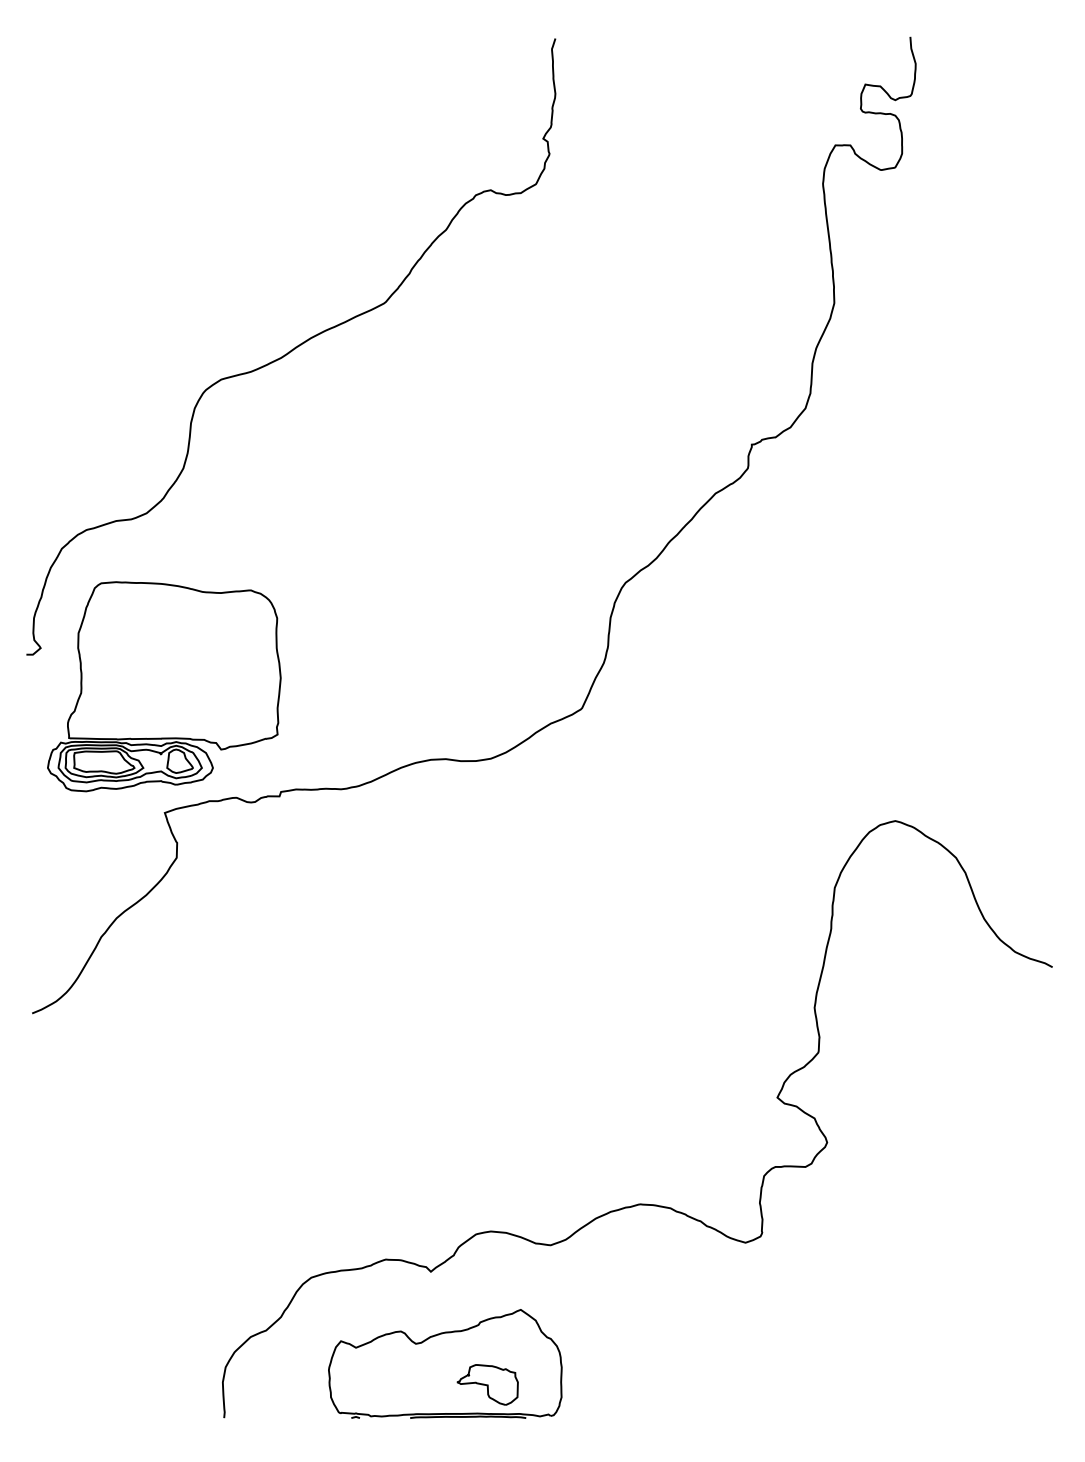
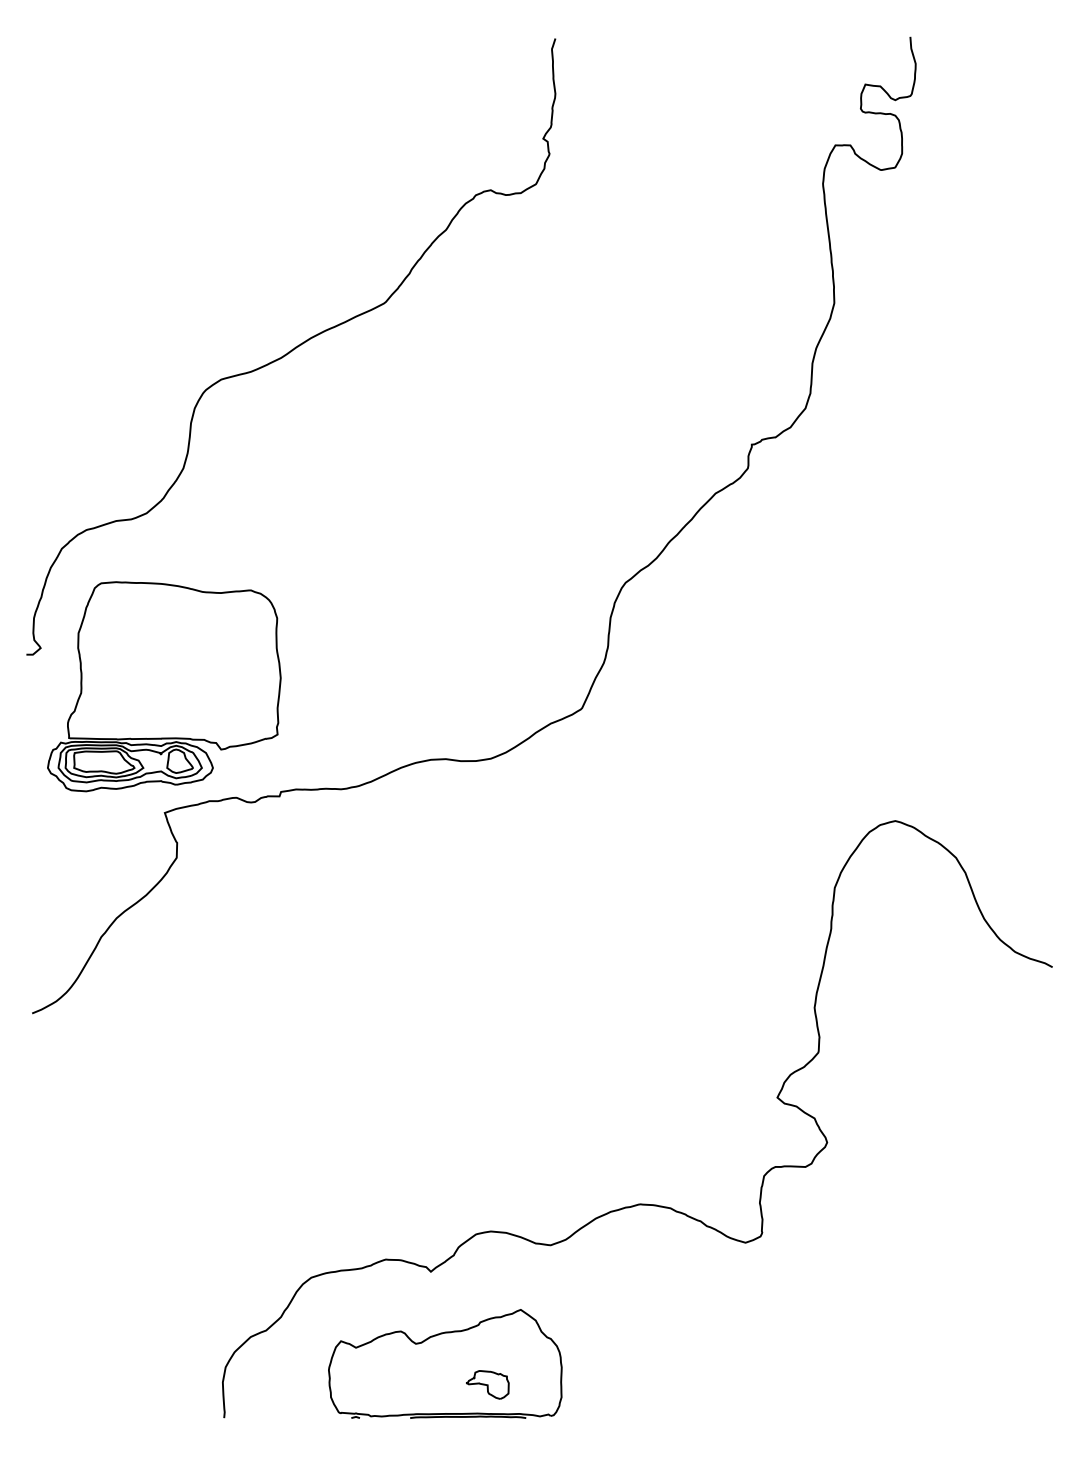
part at (487, 1384) size: 63x42 px -> 44x30 px
